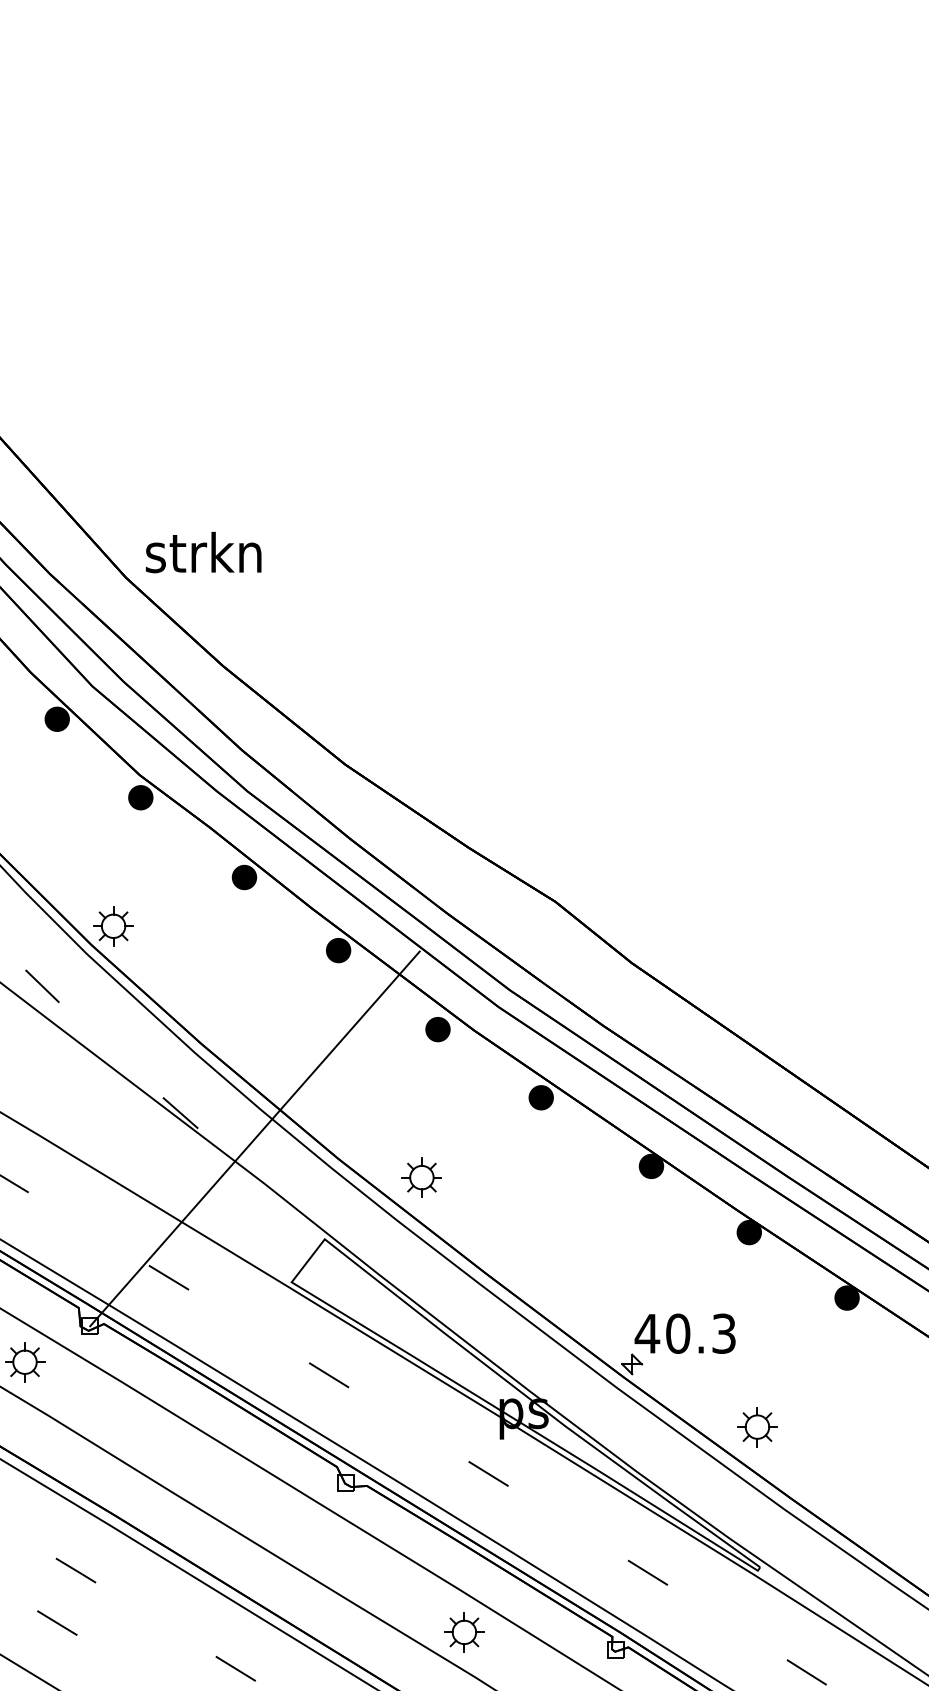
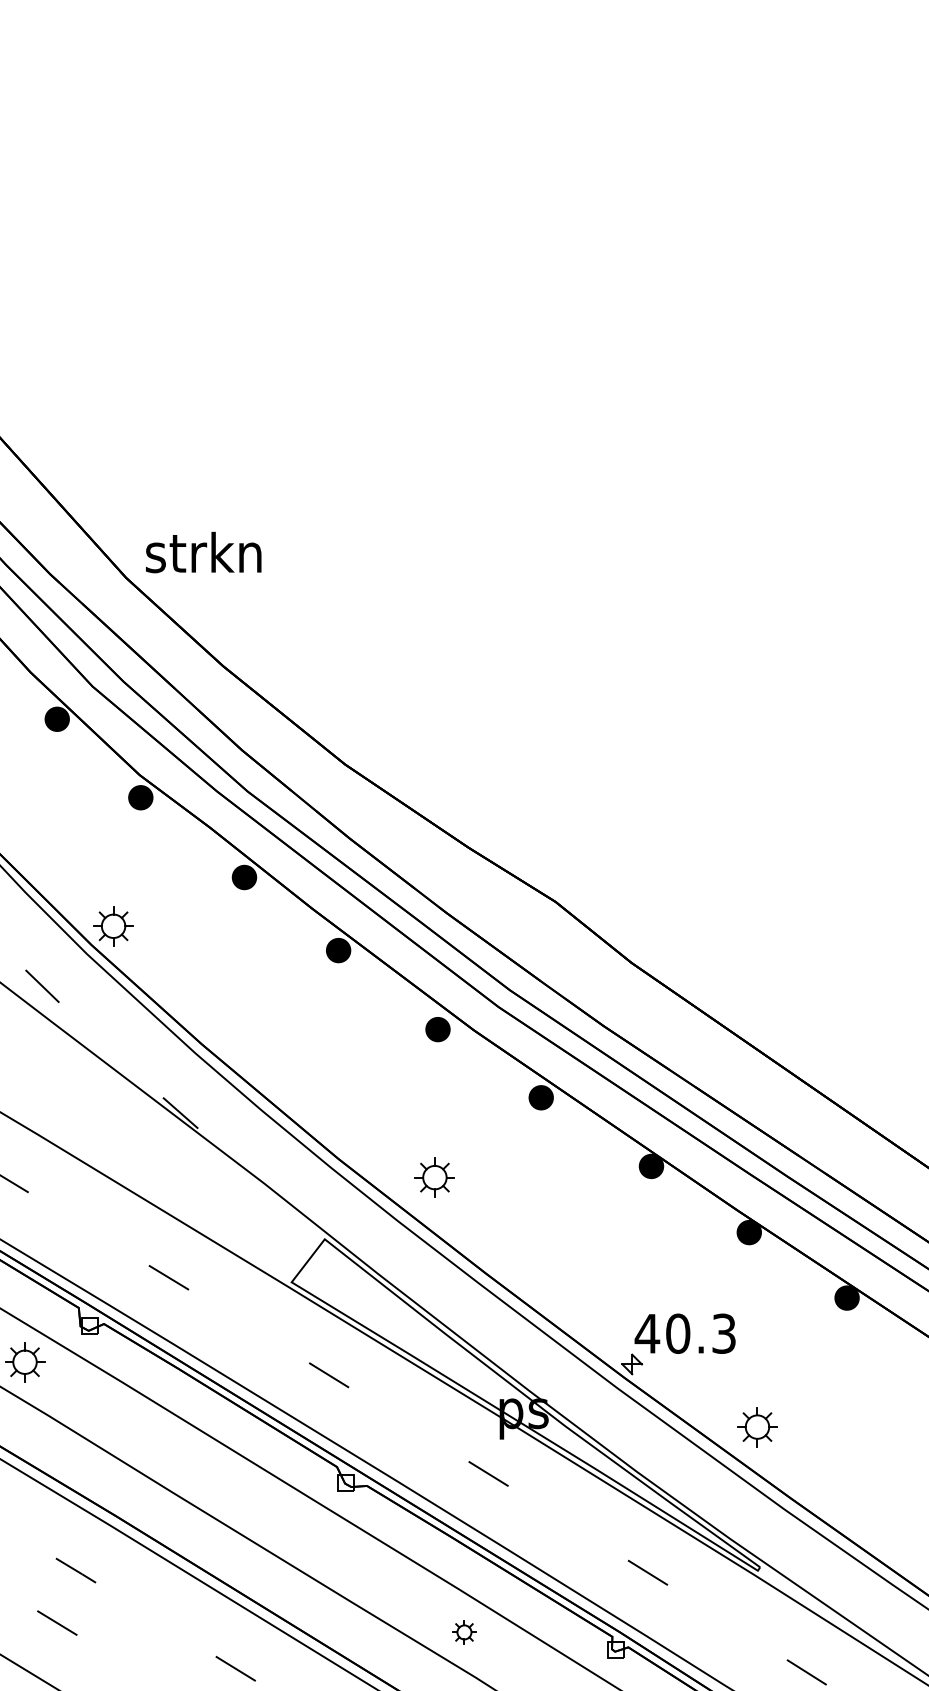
line at (254, 1138): present -> none
part at (421, 1177) position: (421, 1177) -> (434, 1177)
part at (464, 1632) size: 41x41 px -> 25x25 px
